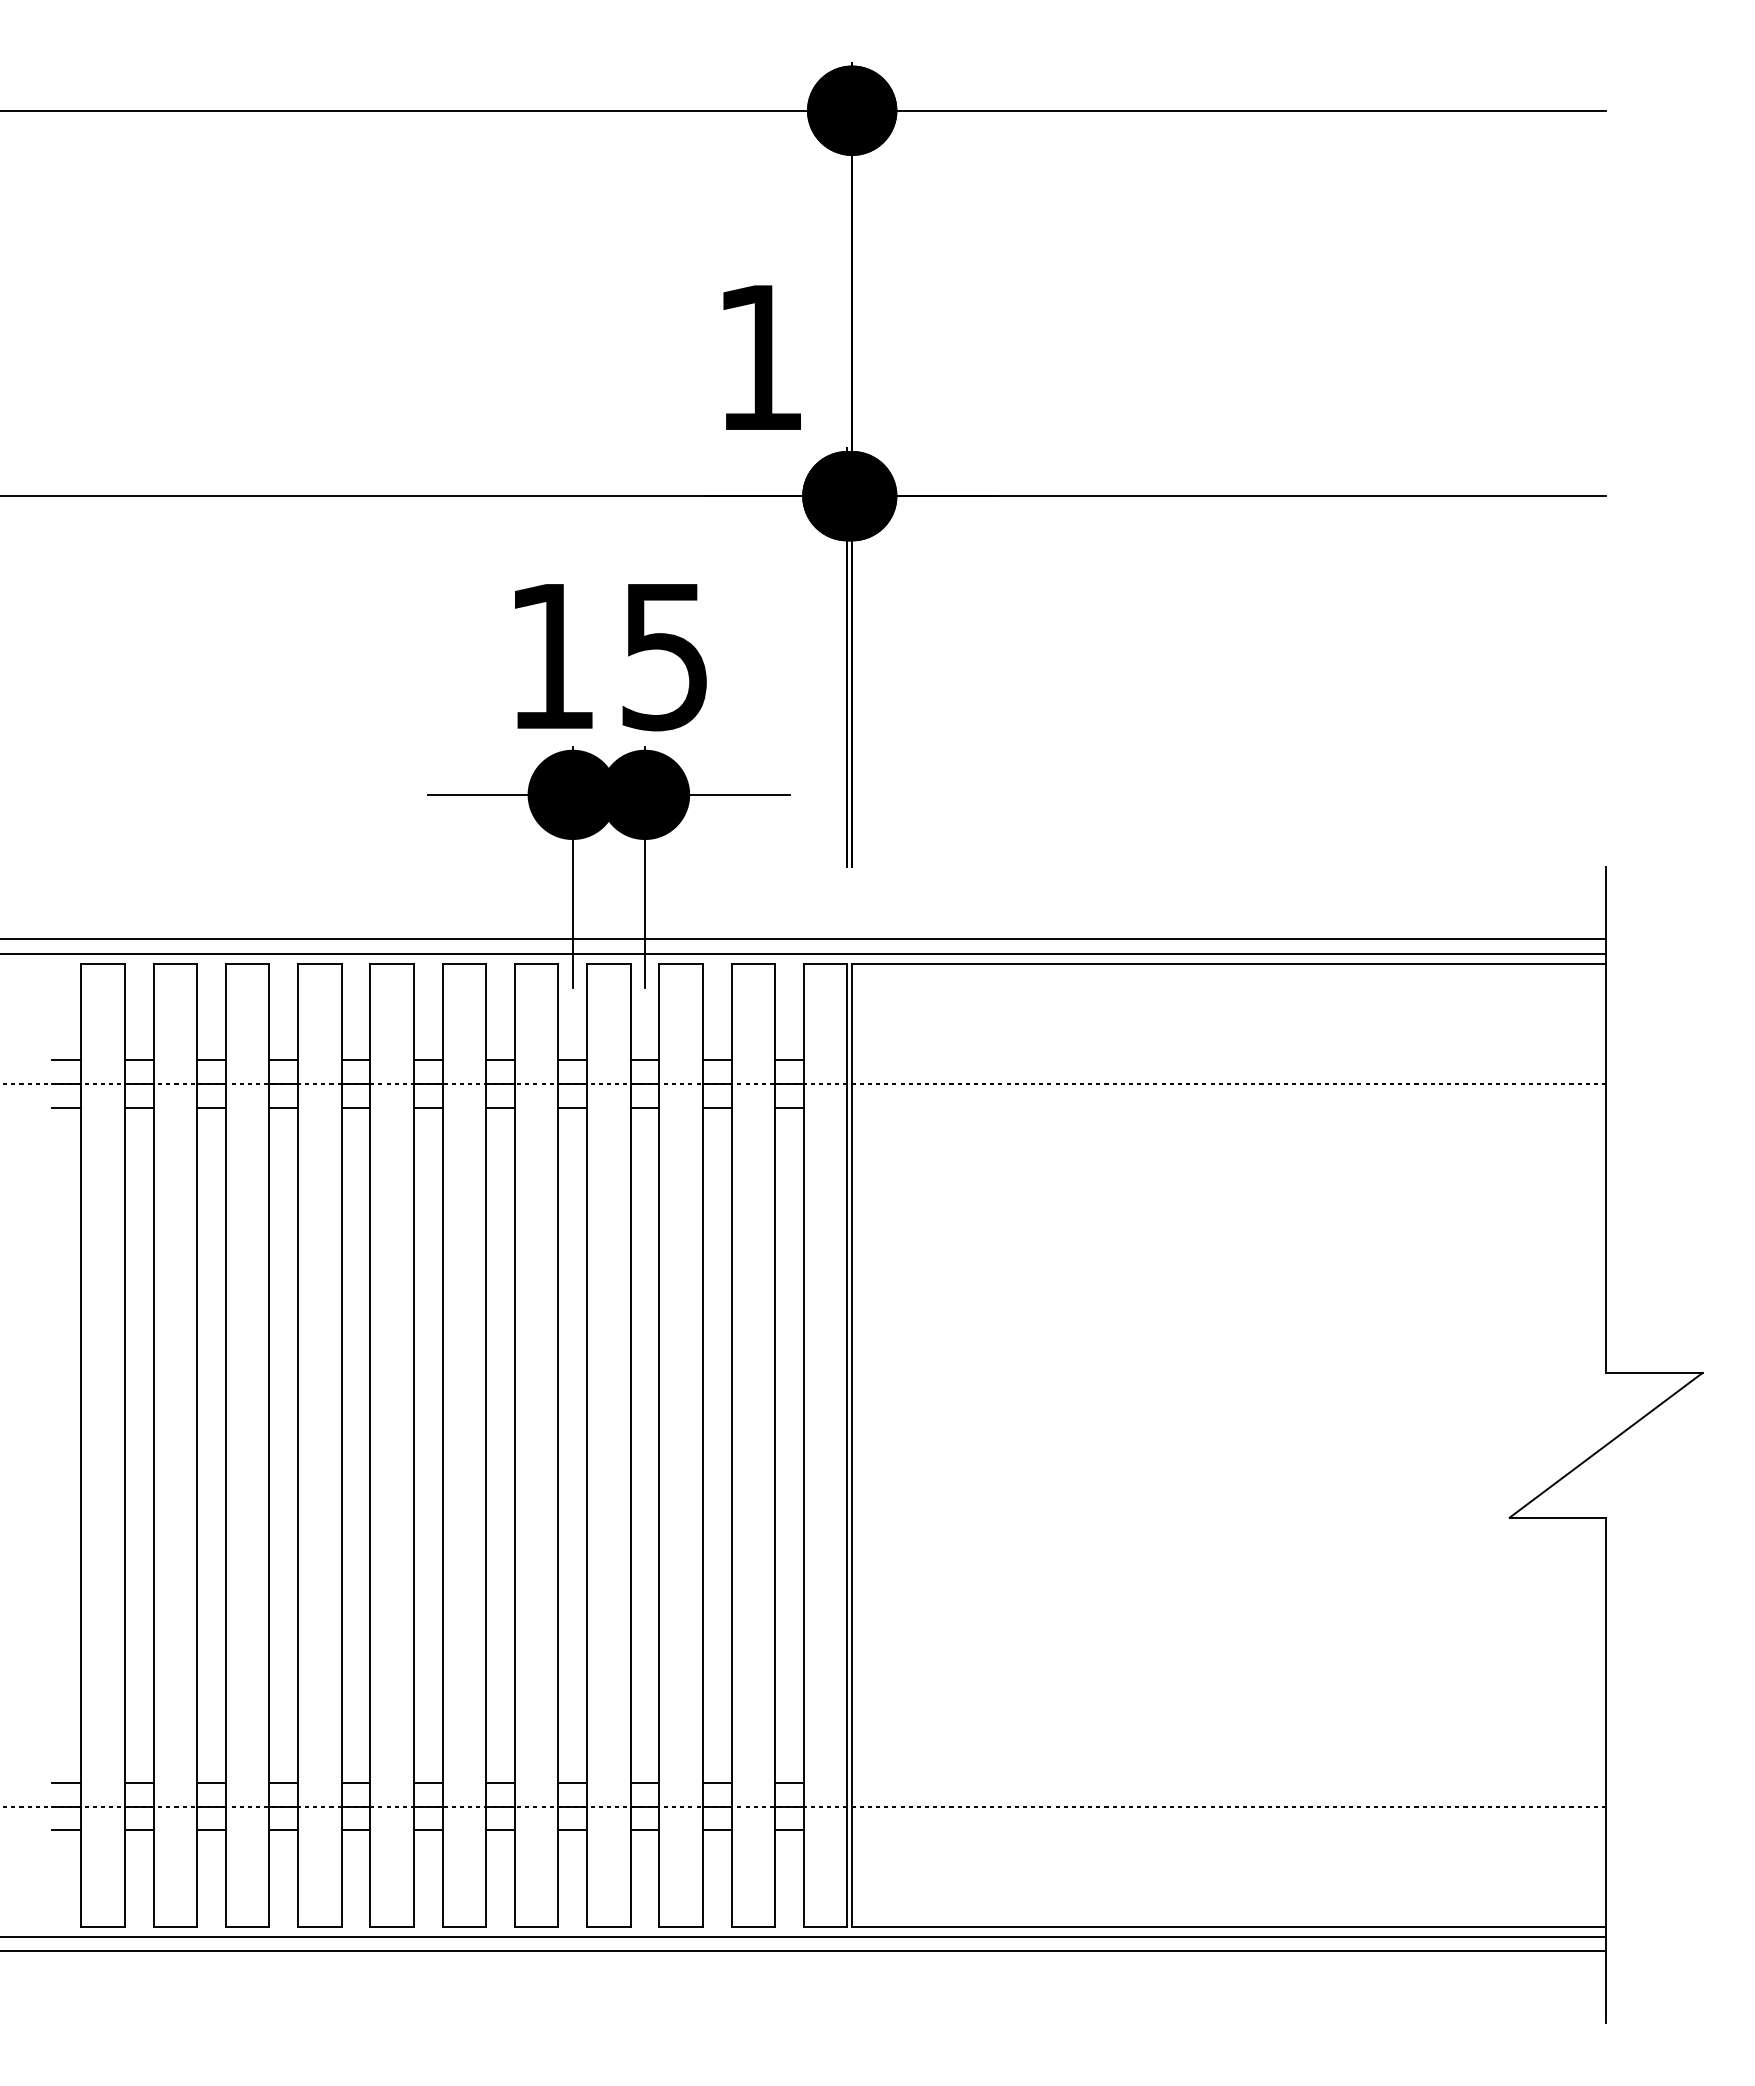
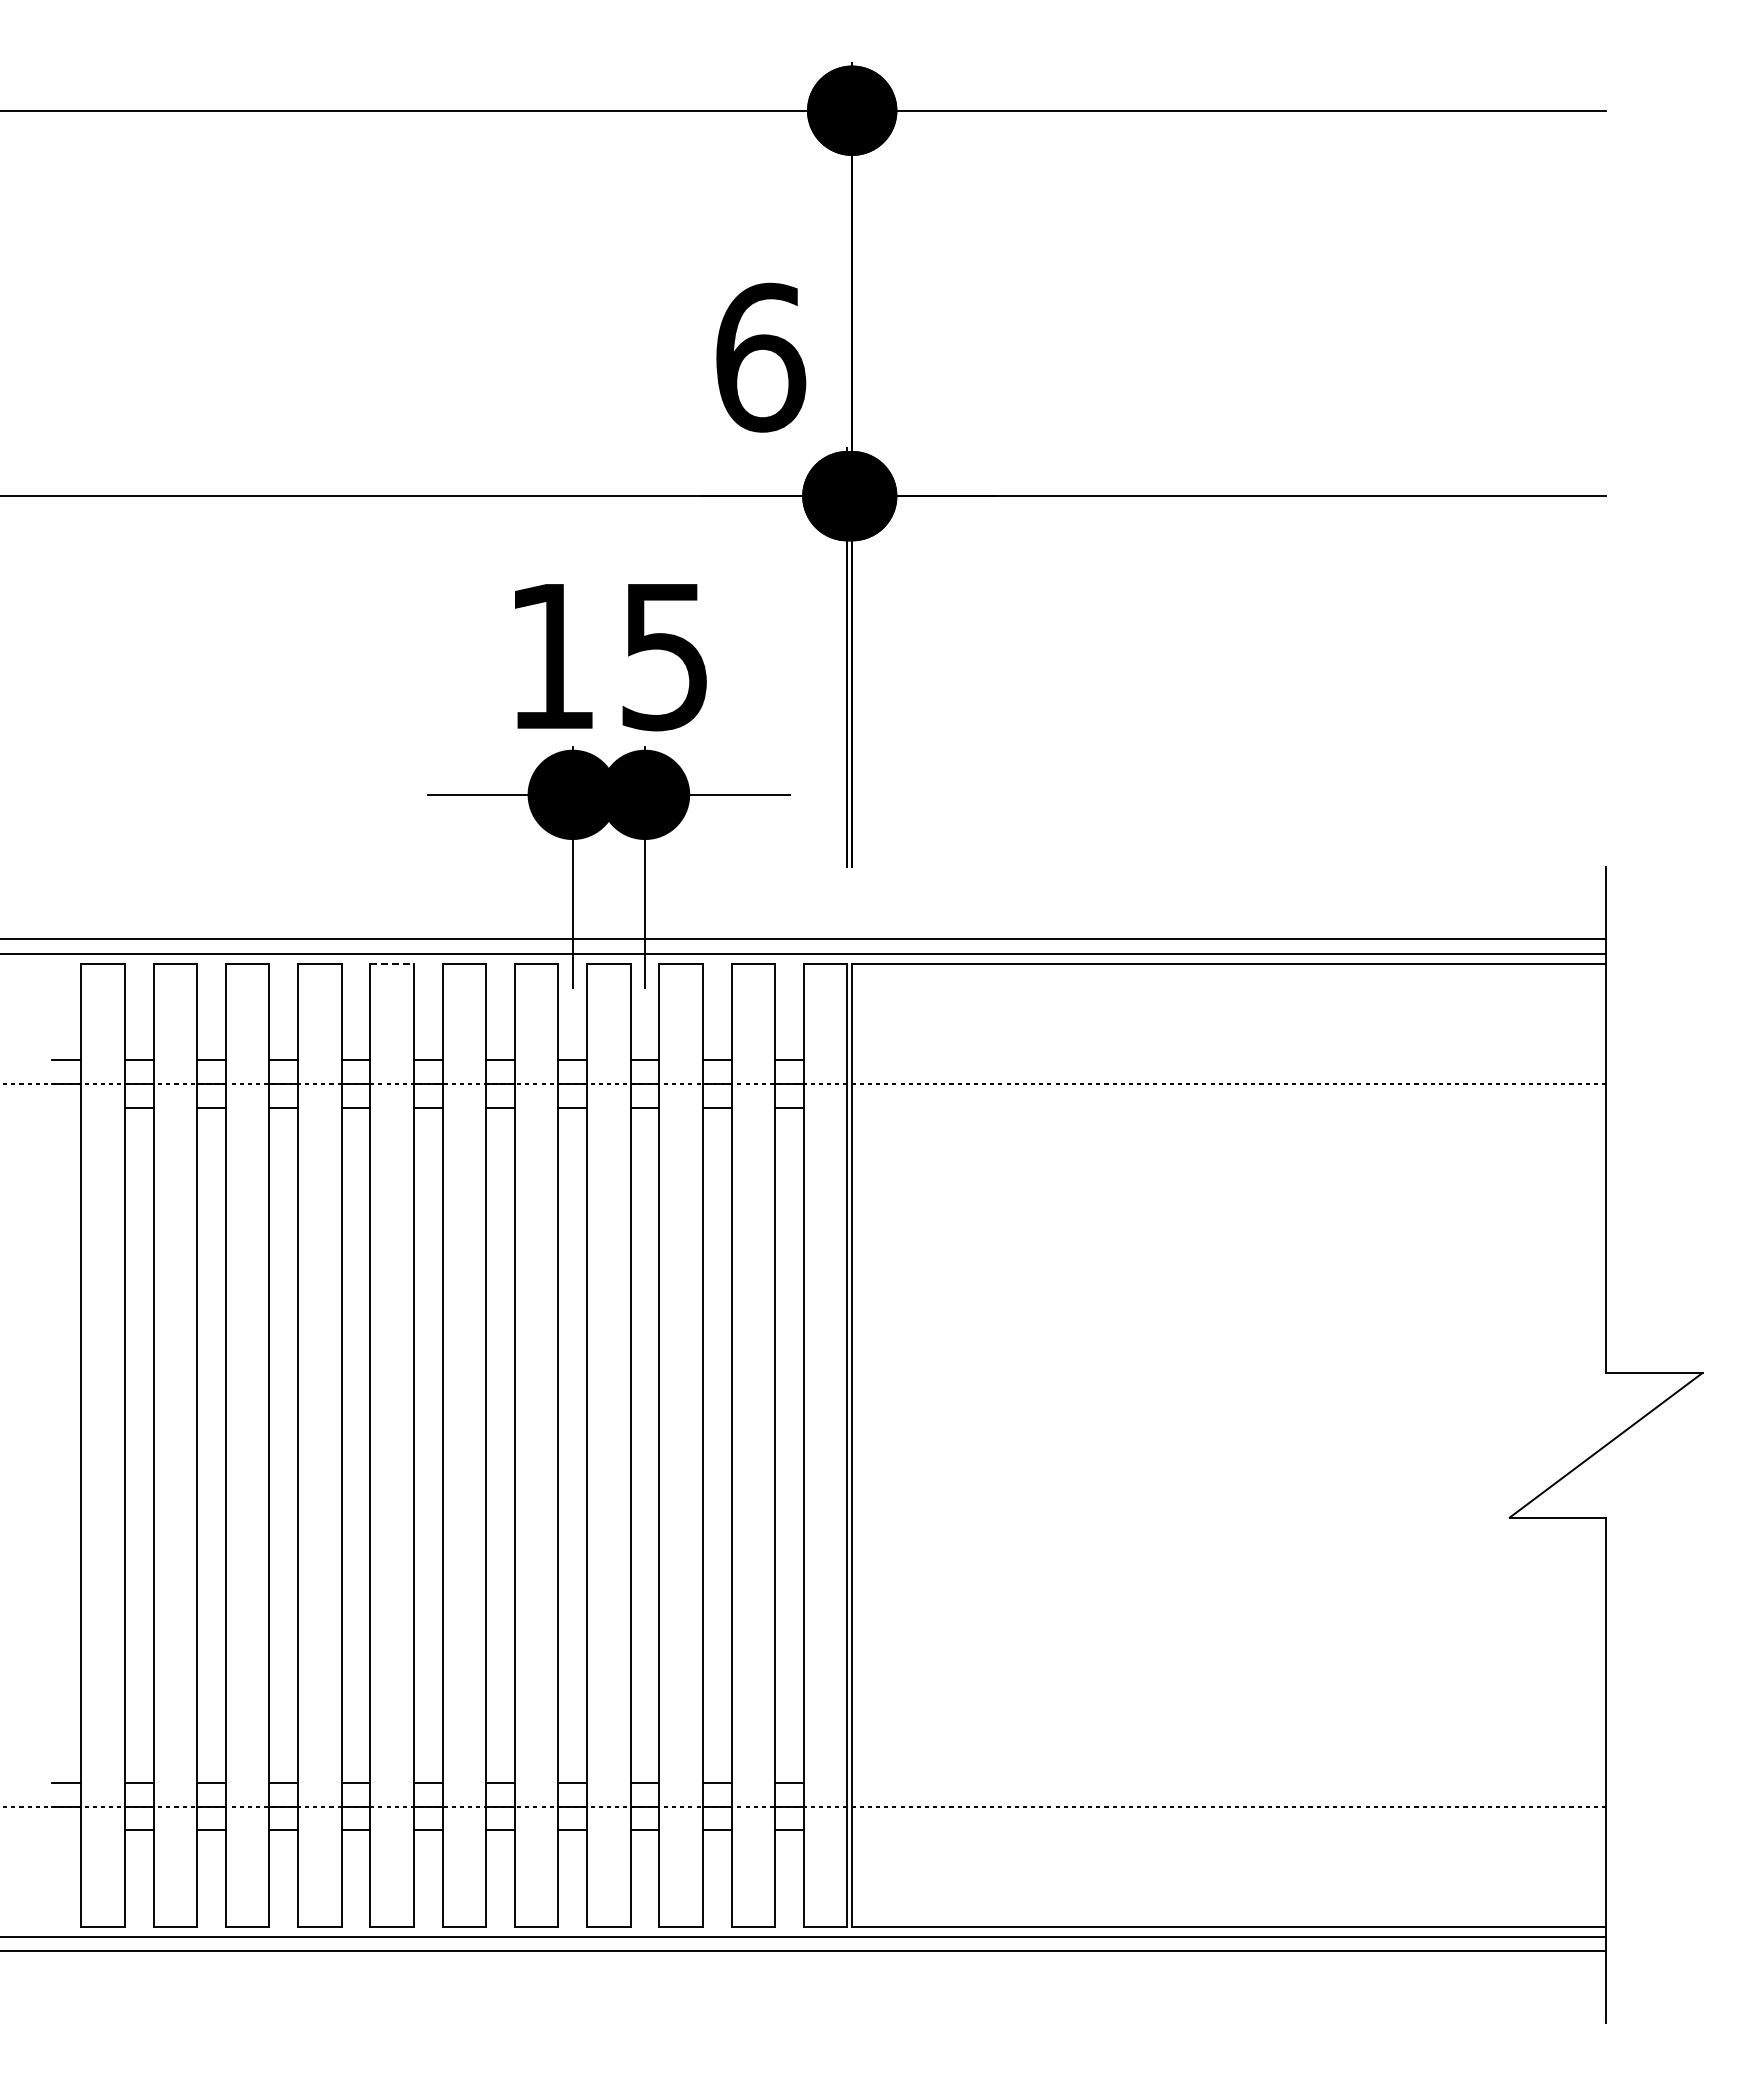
text at (761, 357): 1 -> 6
line at (392, 963): solid -> dashed
line at (66, 1107): present -> none
line at (66, 1830): present -> none
